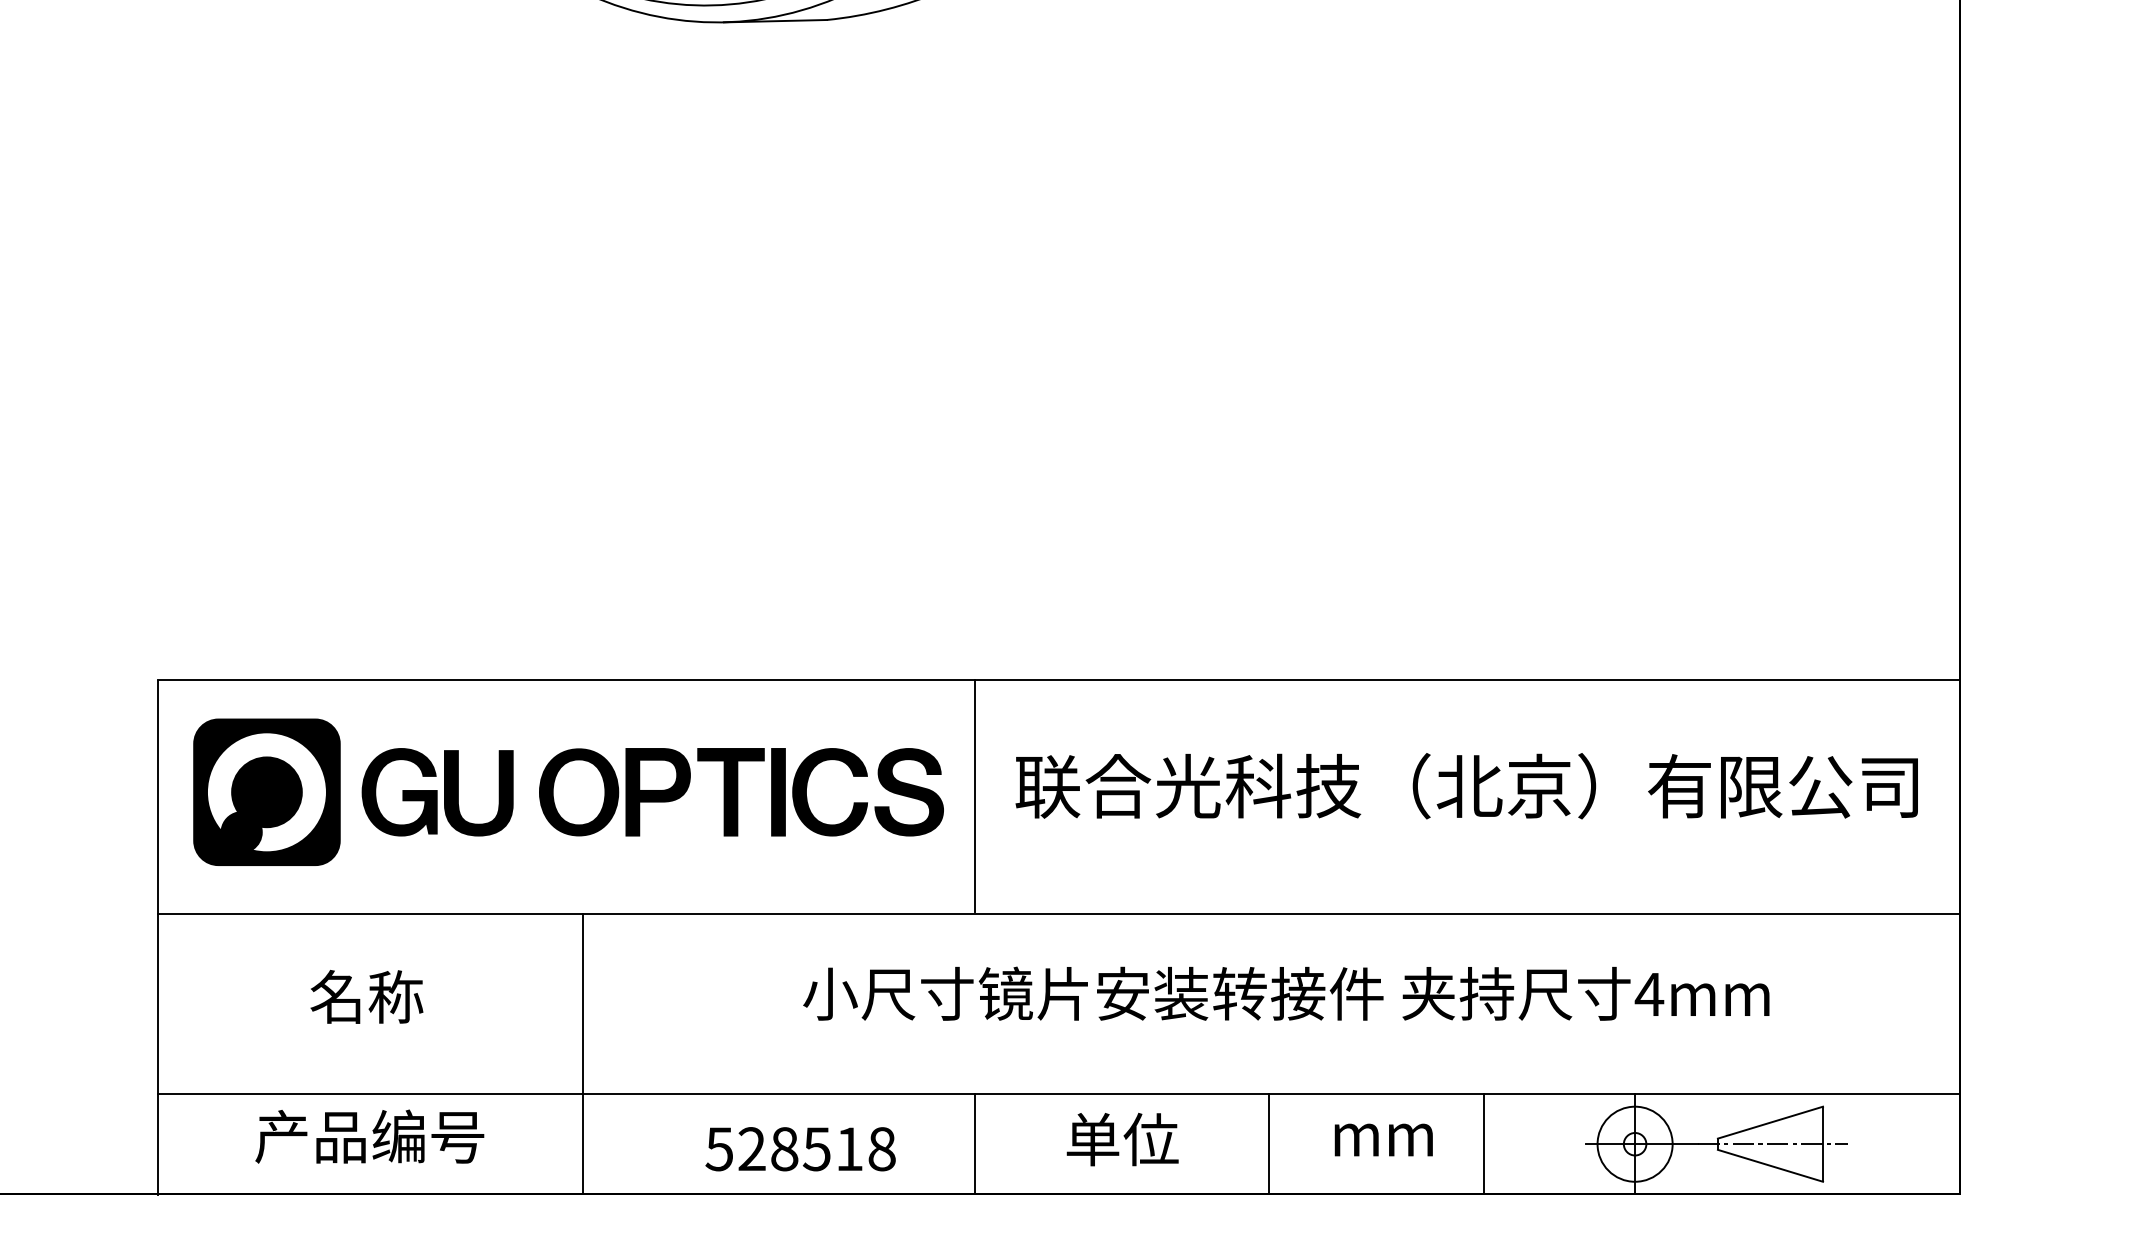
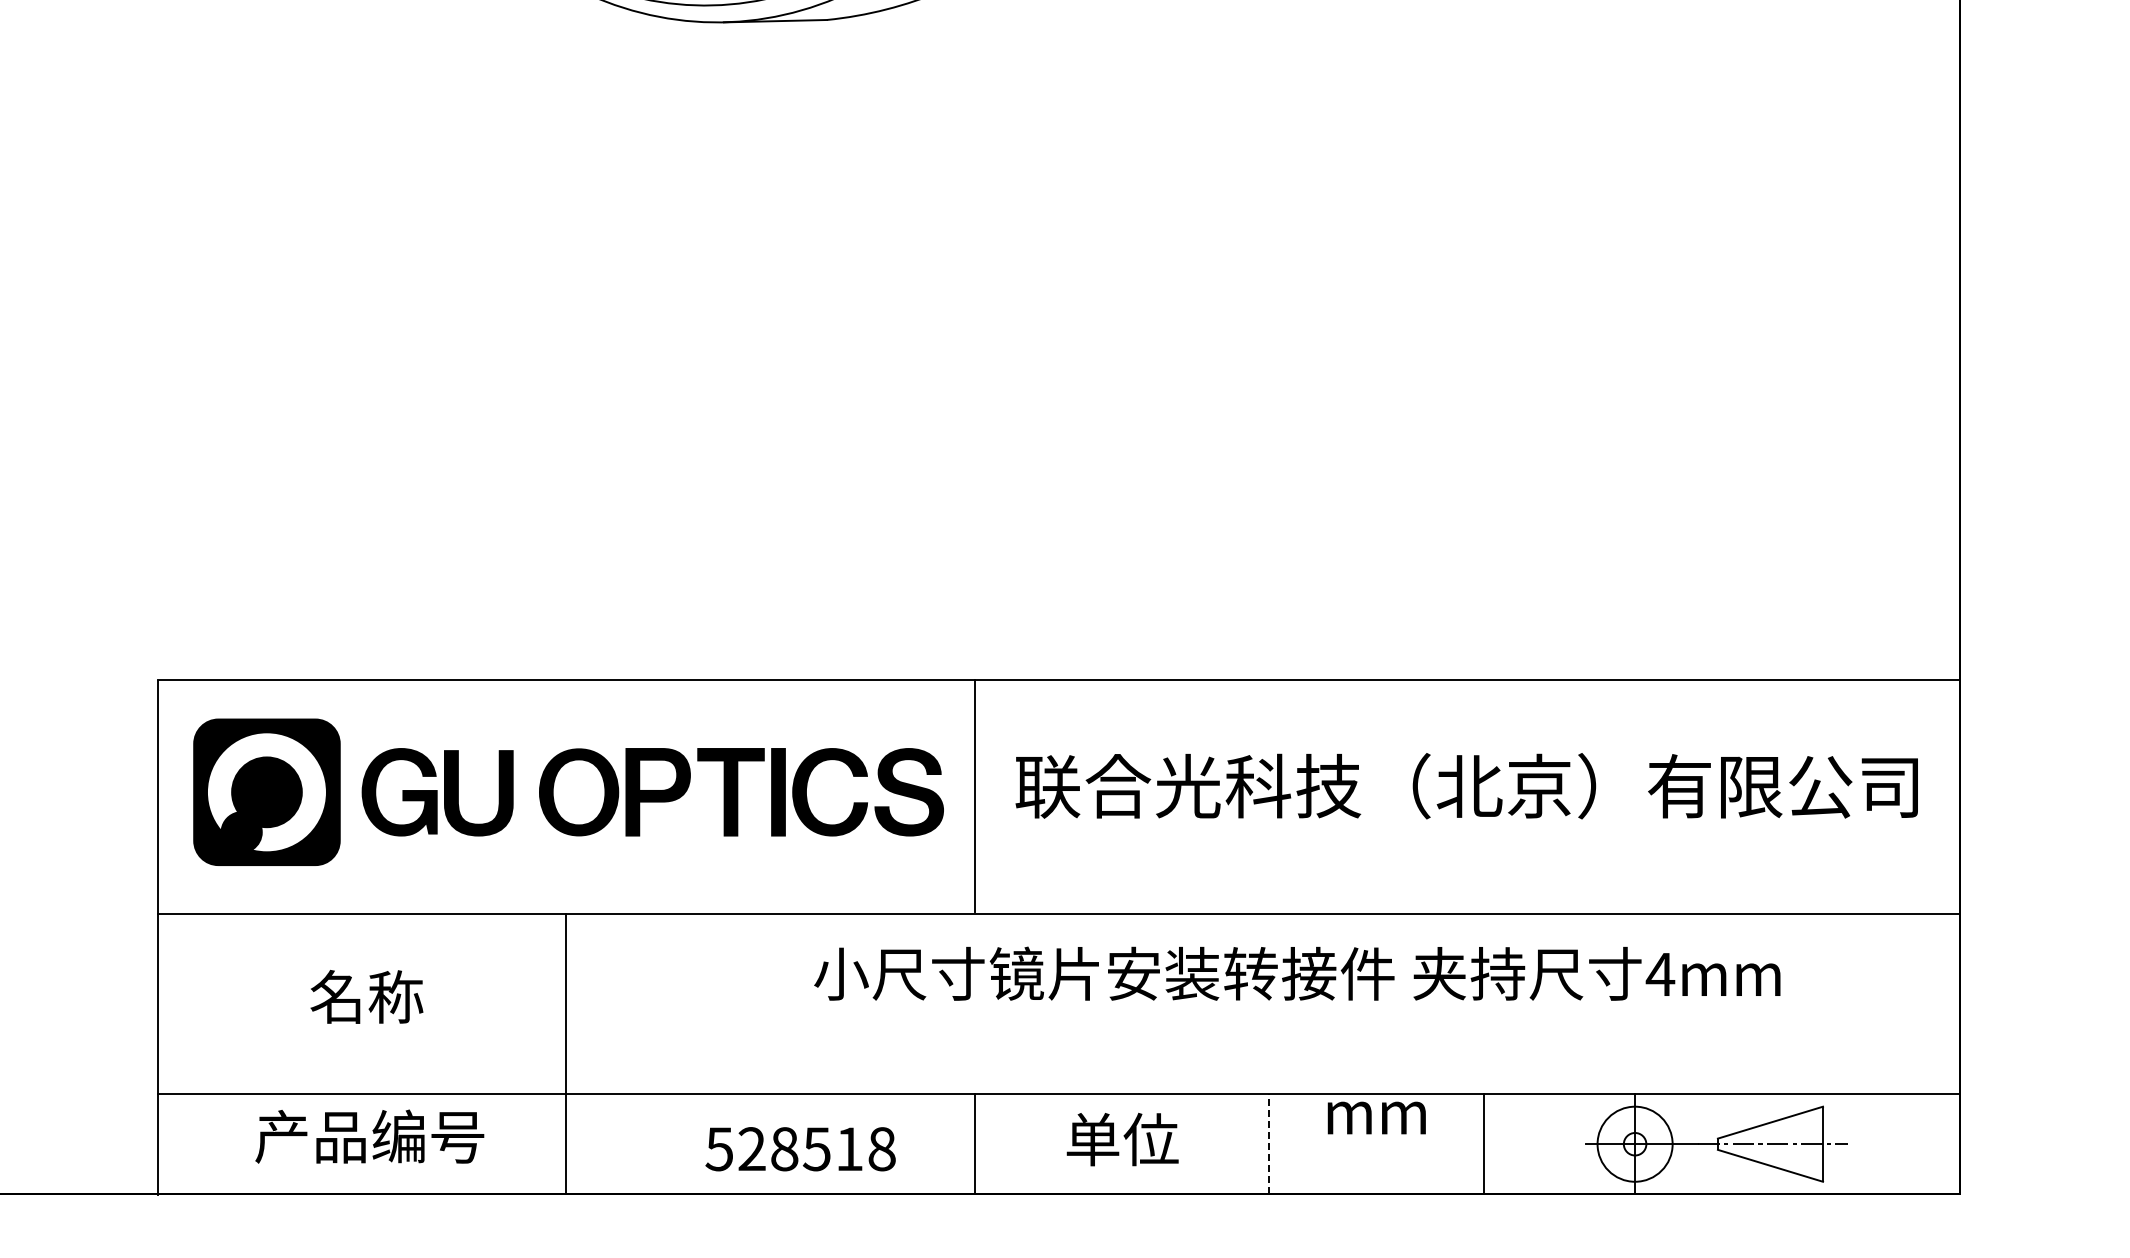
text at (1286, 993) position: (1286, 993) -> (1297, 973)
line at (582, 1054) position: (582, 1054) -> (565, 1054)
text at (1383, 1139) position: (1383, 1139) -> (1376, 1117)
line at (1268, 1143): solid -> dashed
